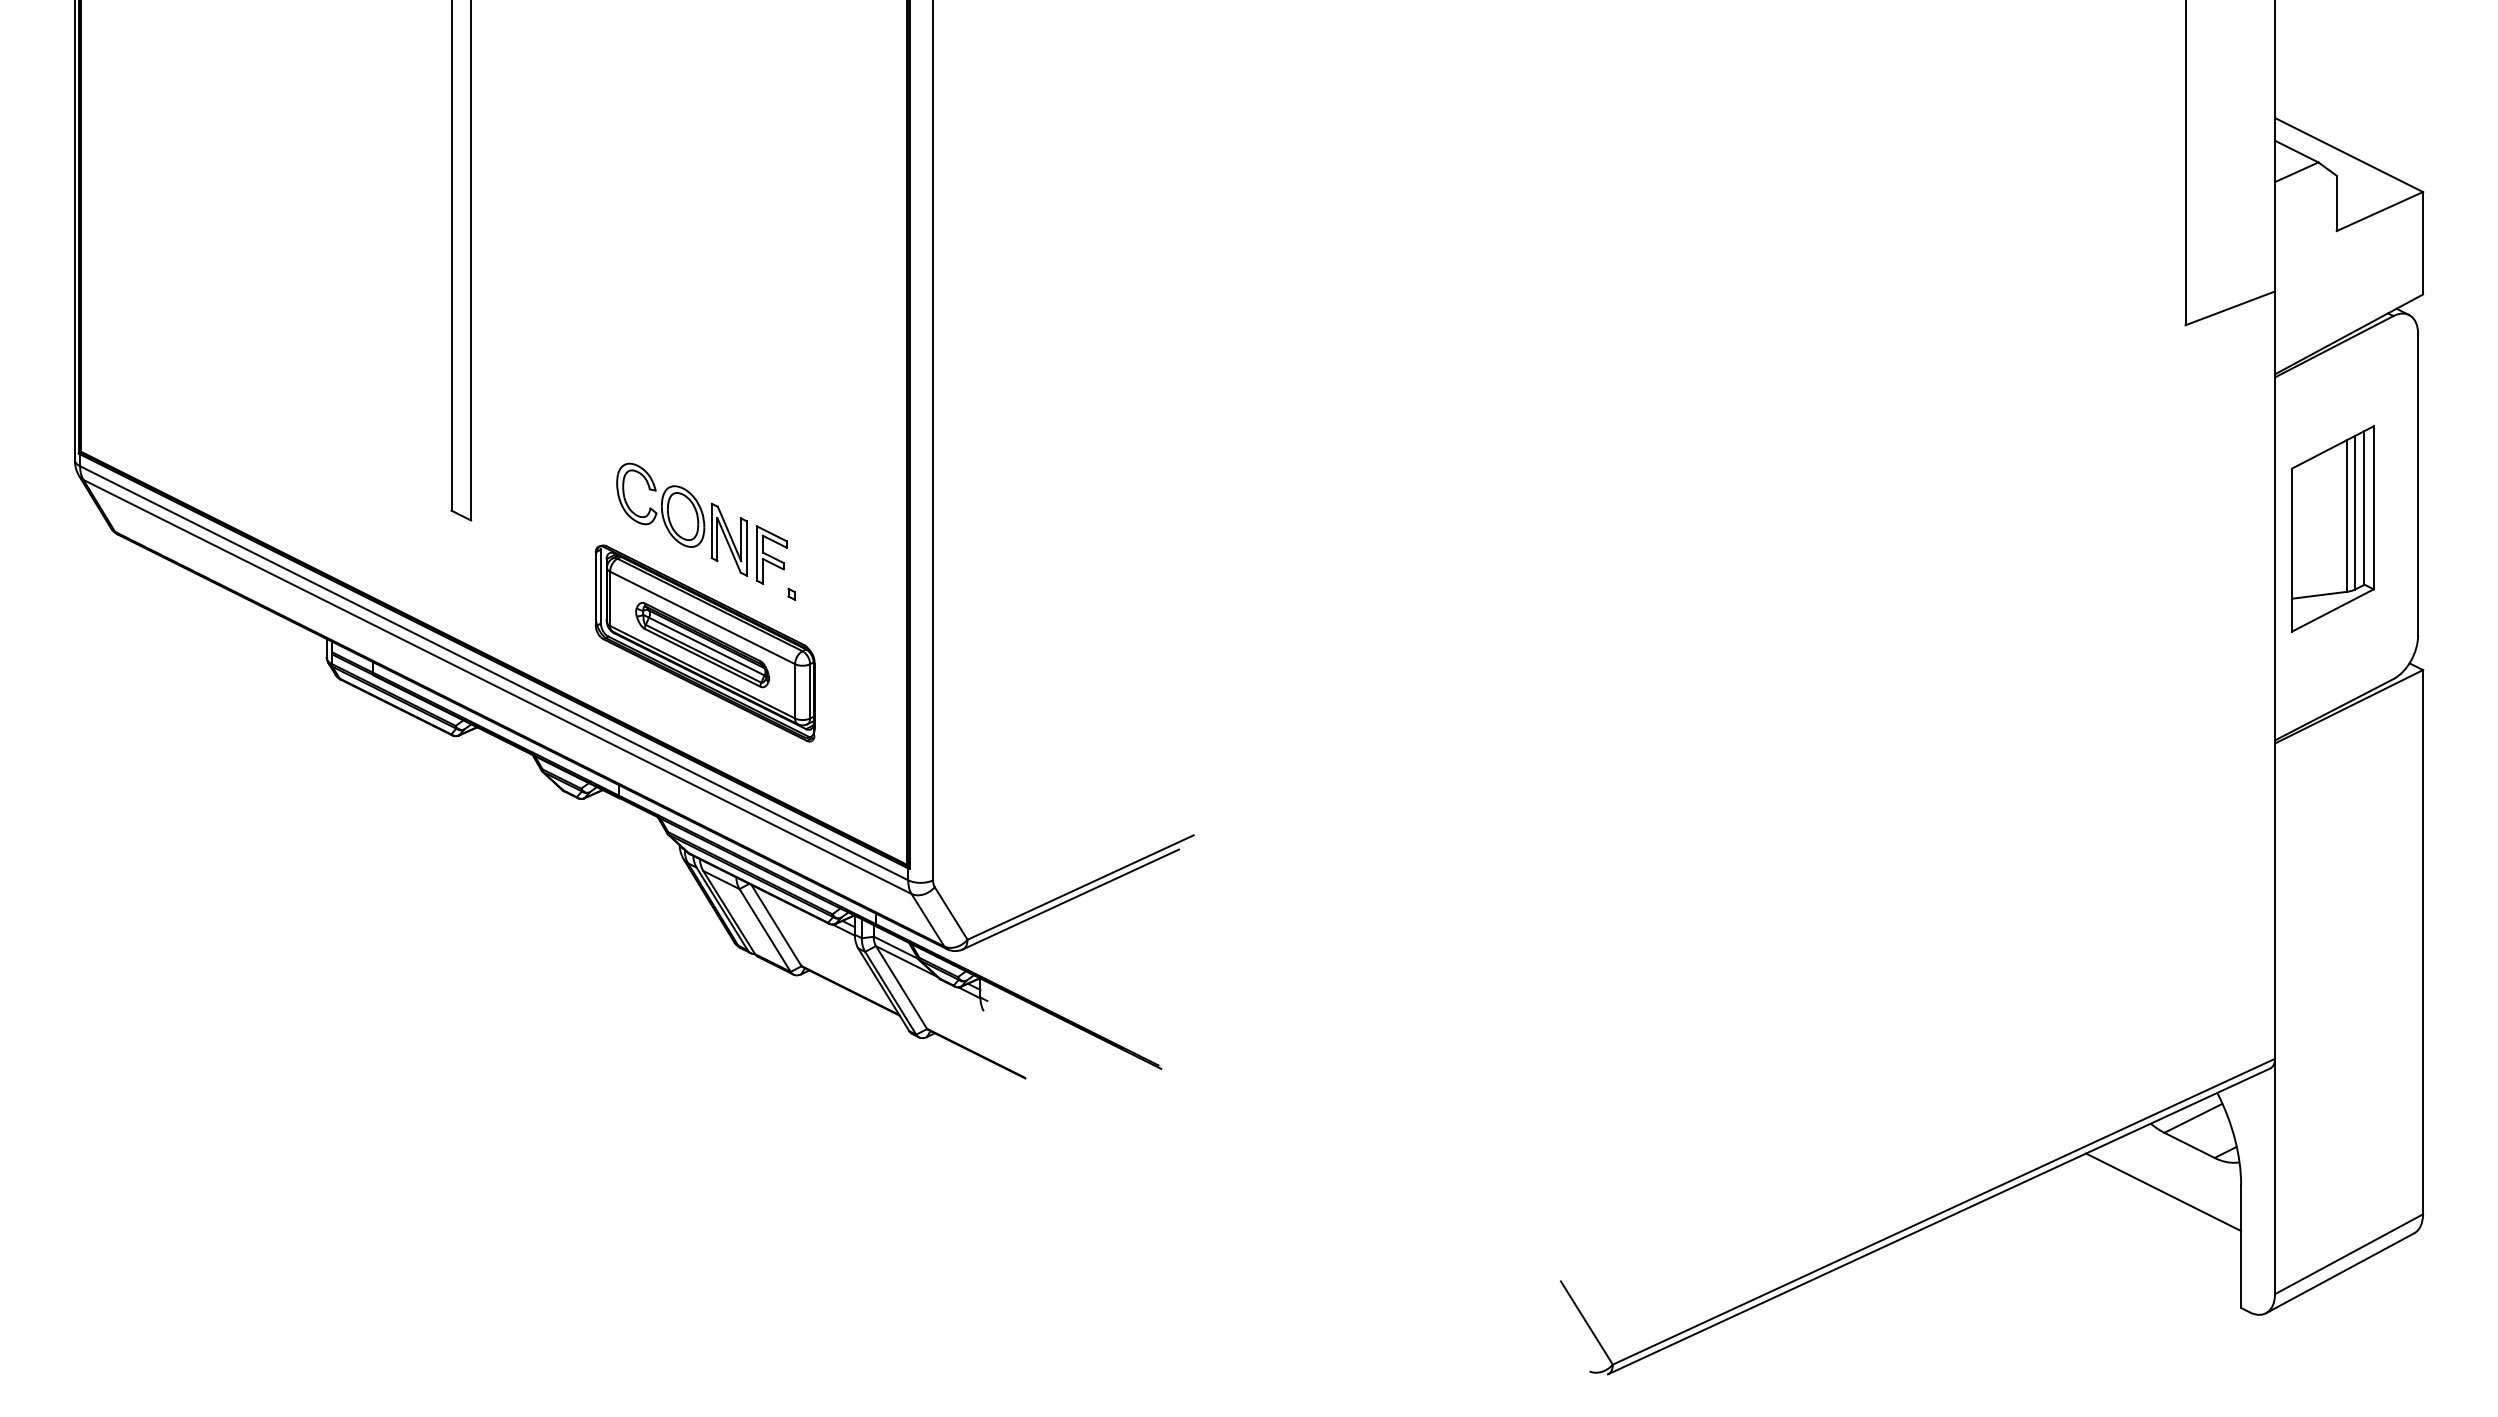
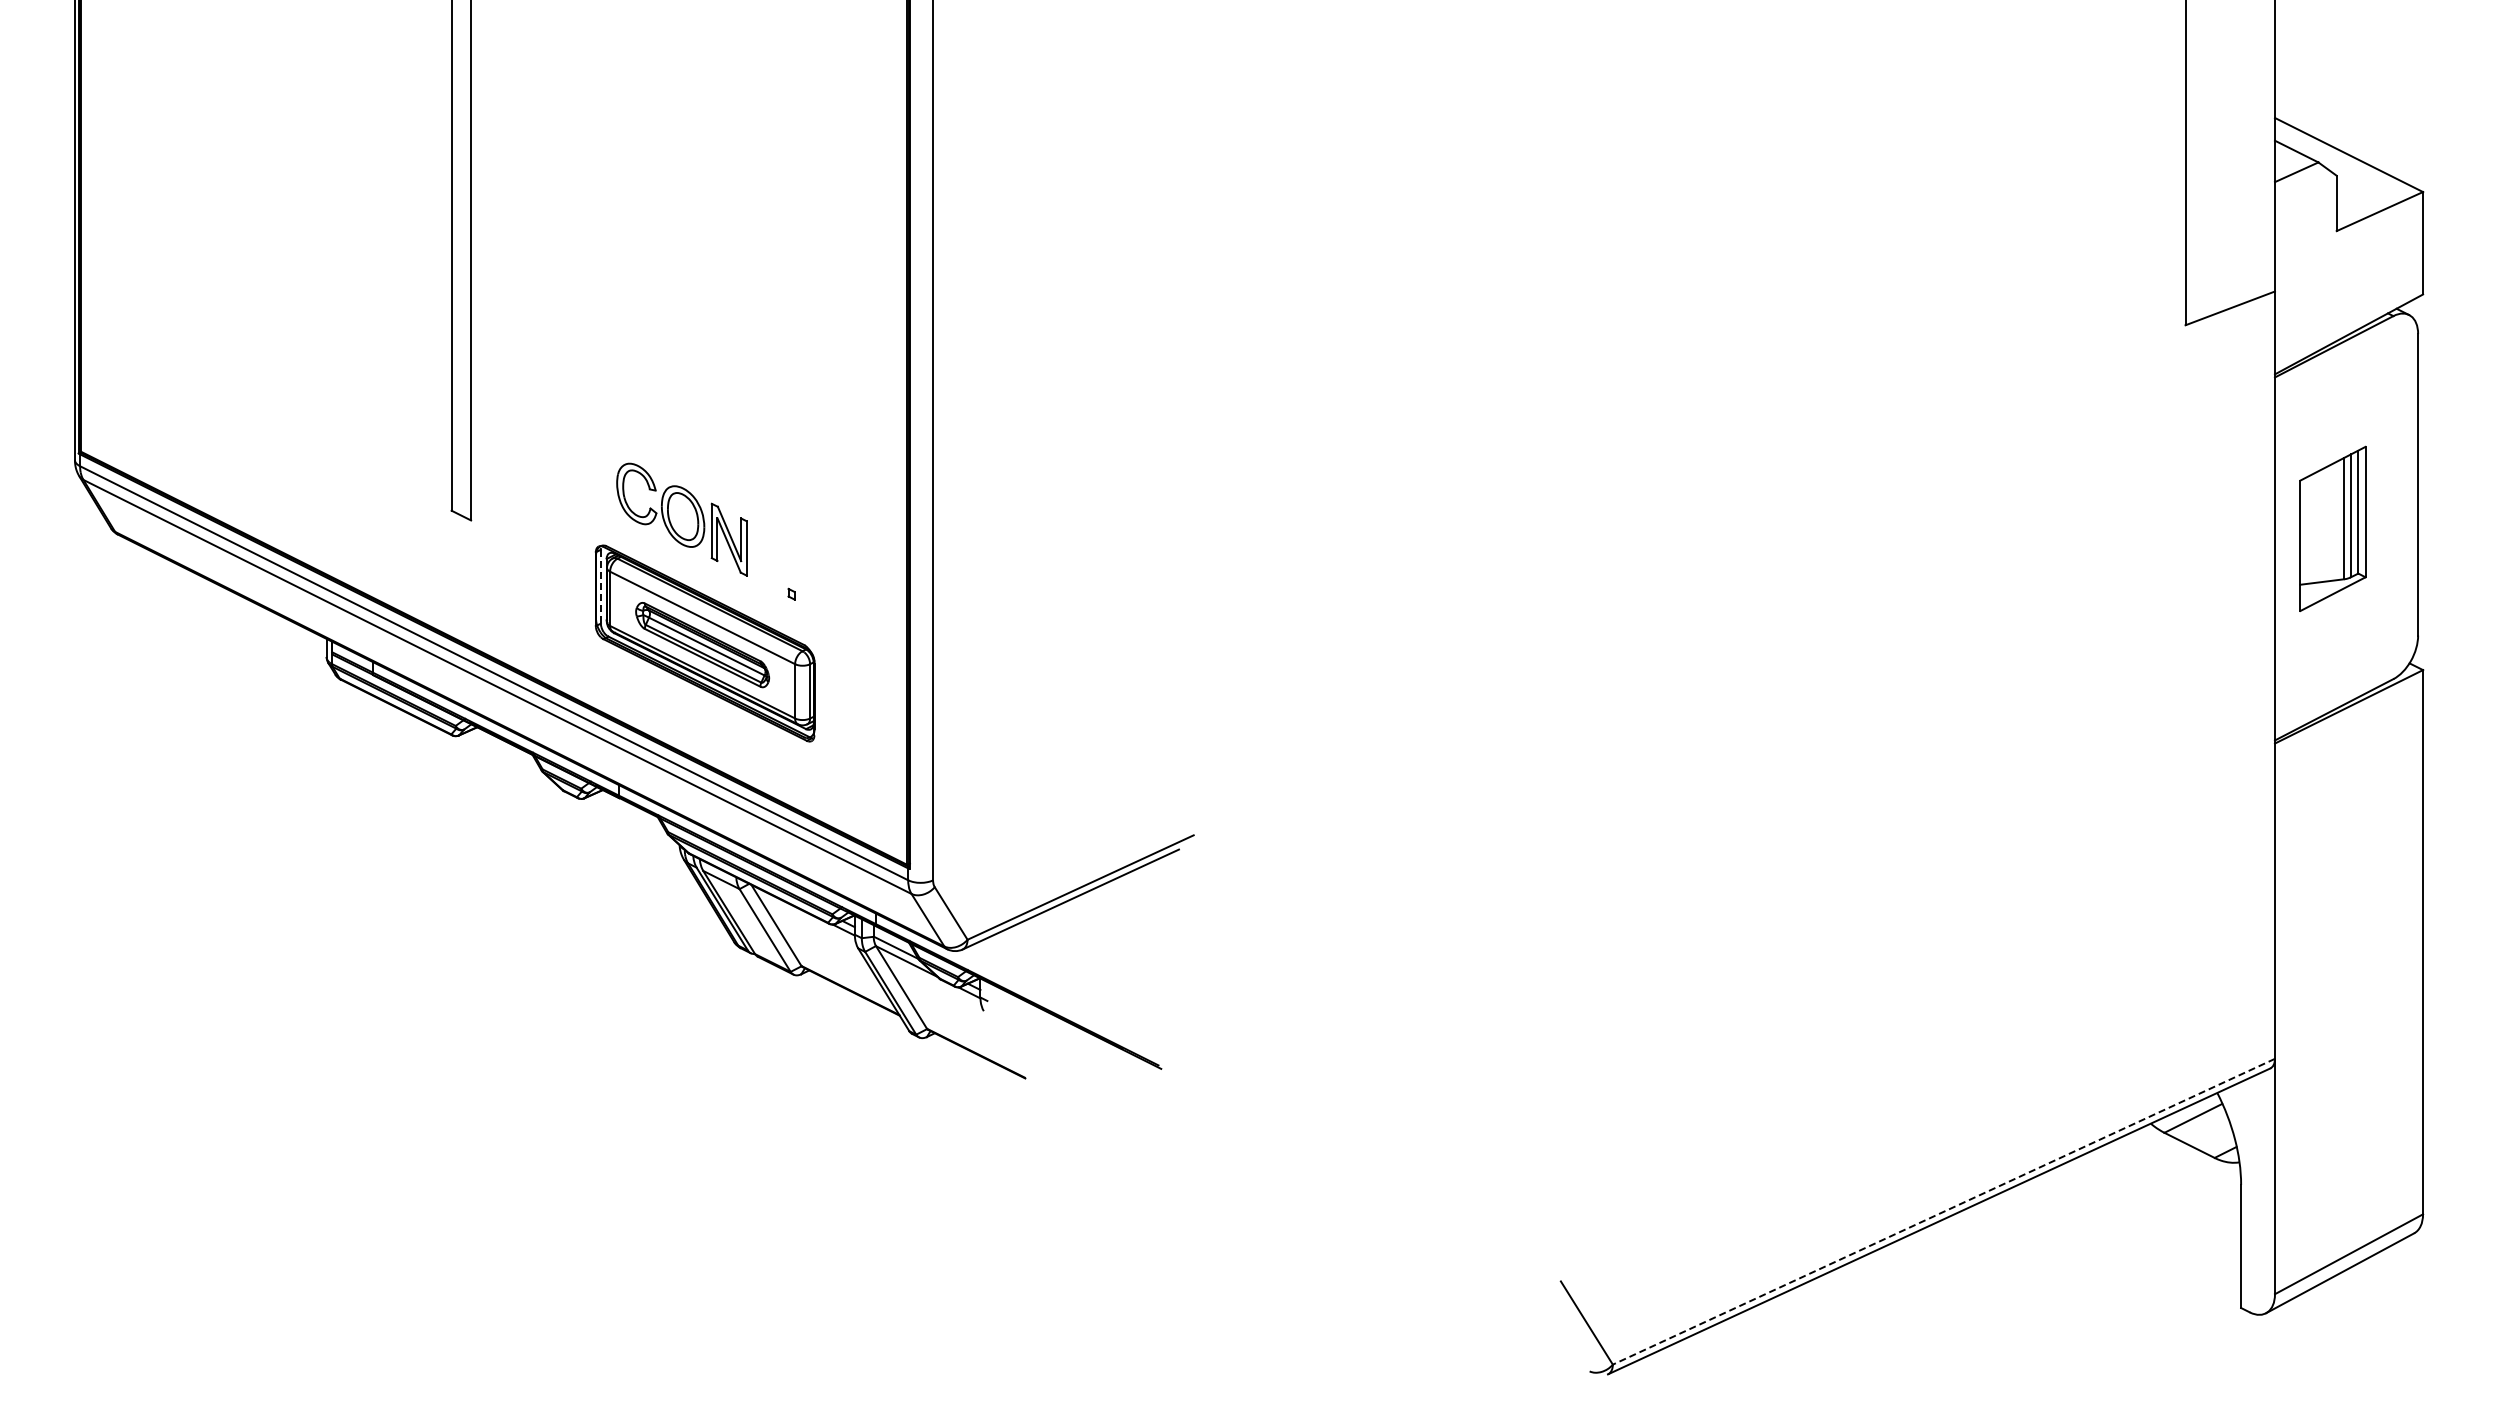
part at (2332, 528) size: 84x208 px -> 68x167 px
part at (771, 554): present -> none
line at (600, 586): solid -> dashed
line at (2163, 1192): present -> none
line at (1943, 1211): solid -> dashed
